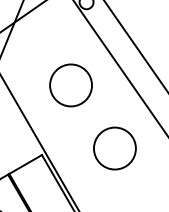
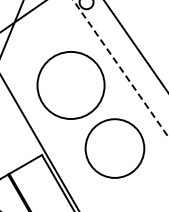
line at (121, 69): solid -> dashed
circle at (71, 85) diameter: 42 px -> 67 px
circle at (114, 148) diameter: 42 px -> 59 px
